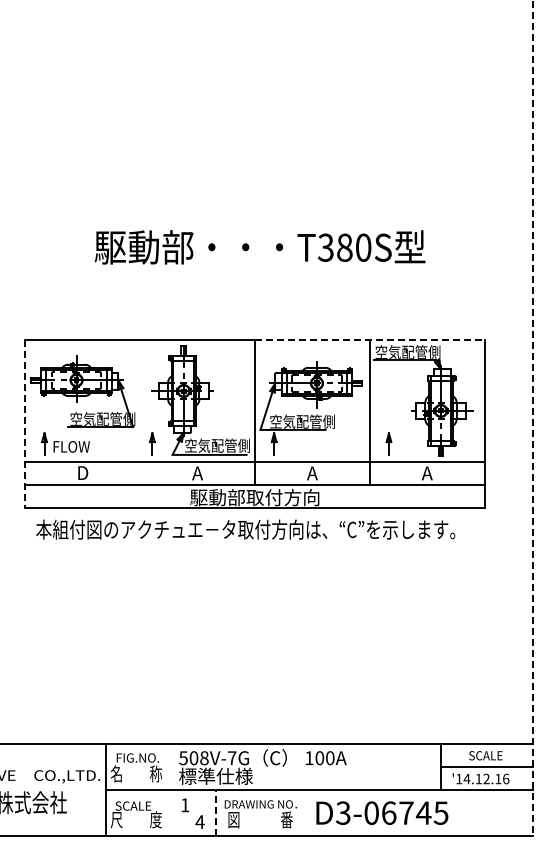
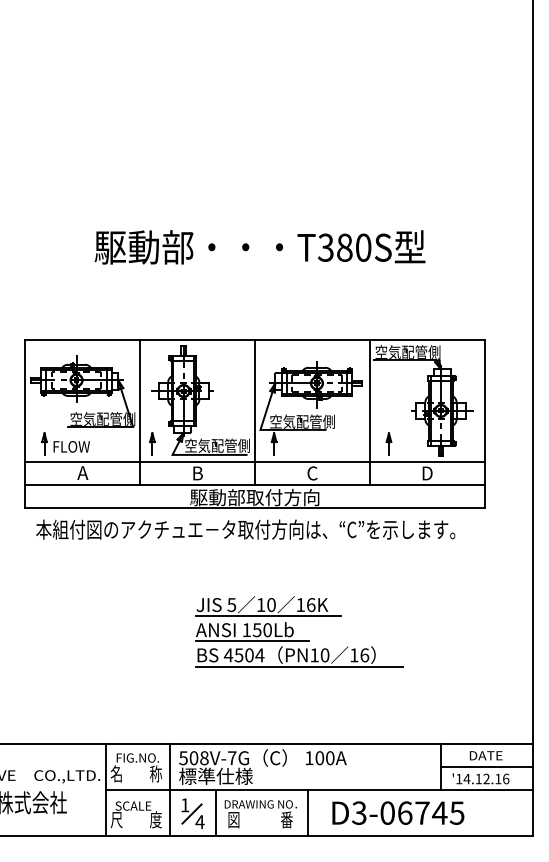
line at (369, 339): dashed -> solid
line at (140, 412): none -> present
line at (532, 418): dashed -> solid
line at (25, 424): dashed -> solid
text at (82, 472): D -> A
text at (197, 473): A -> B
text at (312, 473): A -> C
text at (426, 473): A -> D
part at (299, 631): none -> present
text at (485, 755): SCALE -> DATE
line at (169, 790): none -> present
text at (382, 812) position: (382, 812) -> (398, 812)
line at (191, 813): none -> present
line at (215, 813): dashed -> solid
line at (307, 813): none -> present
